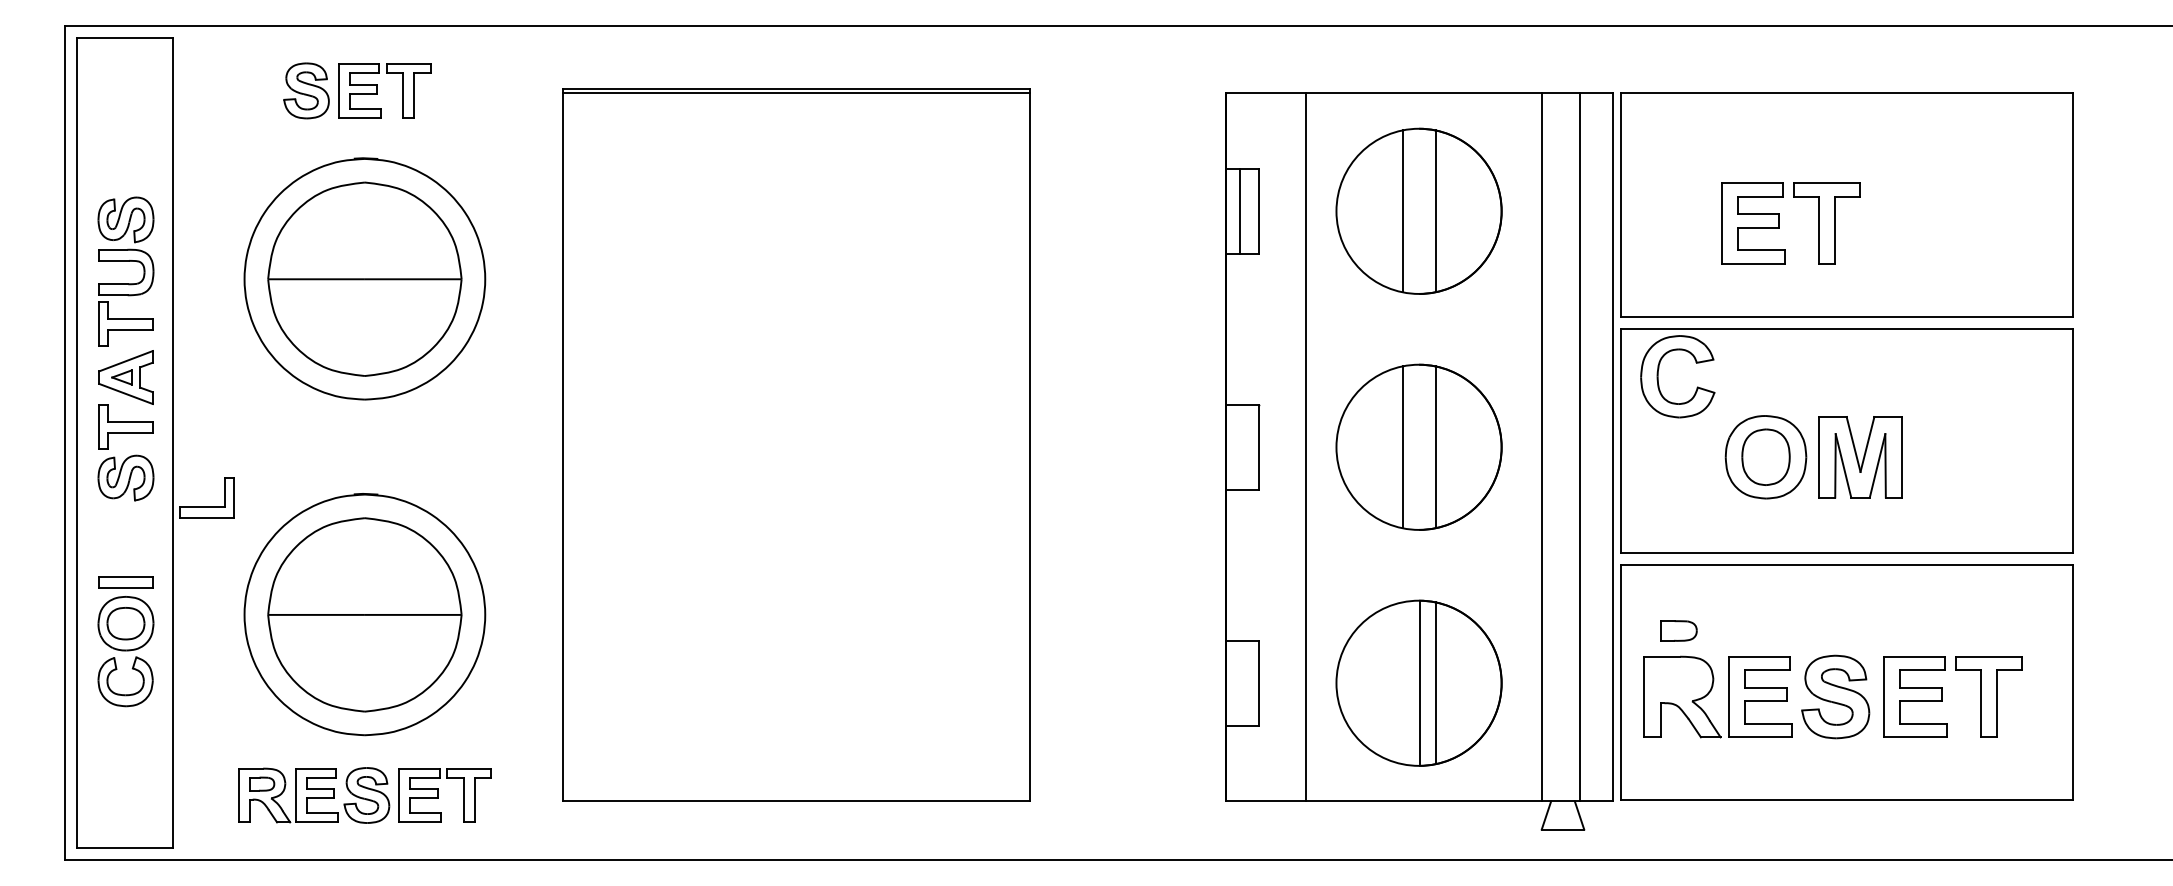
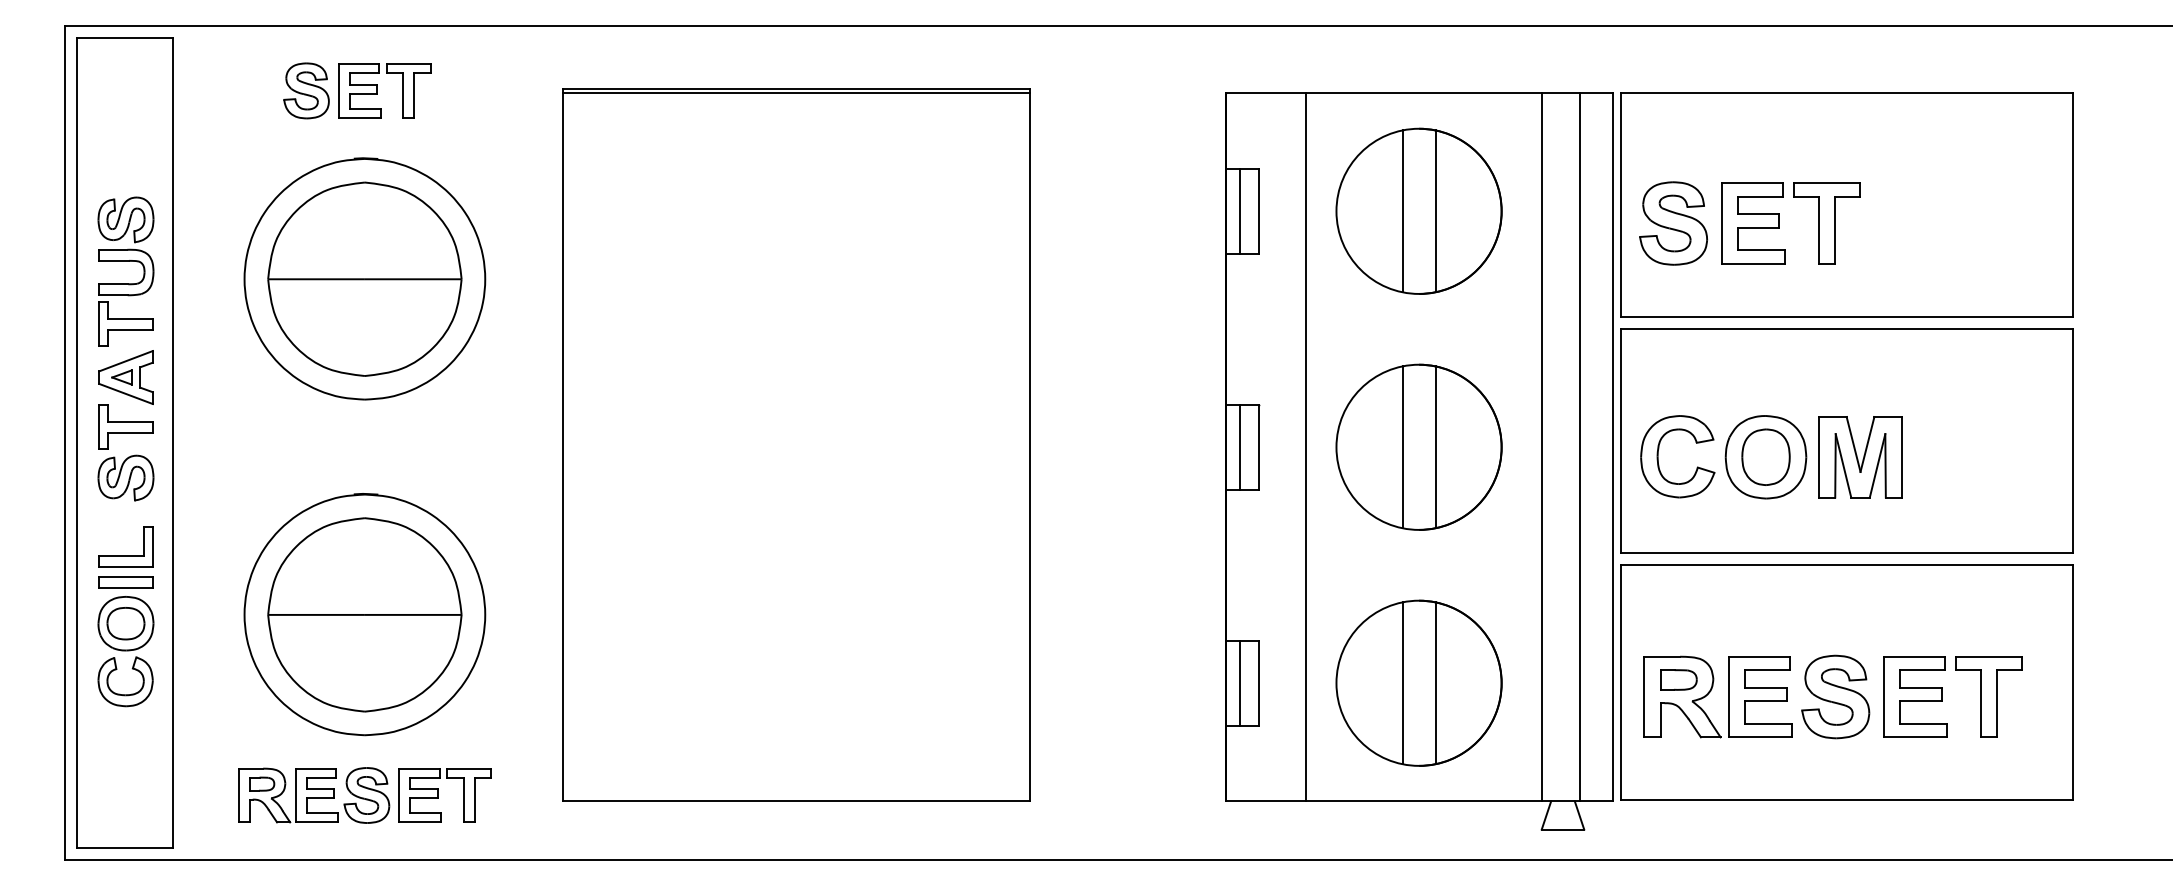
part at (1673, 223): none -> present
part at (1658, 376) position: (1658, 376) -> (1658, 456)
line at (1239, 446): none -> present
part at (206, 506) position: (206, 506) -> (125, 555)
part at (1678, 630) position: (1678, 630) -> (1678, 679)
line at (1239, 682): none -> present
line at (1419, 683) position: (1419, 683) -> (1402, 683)
